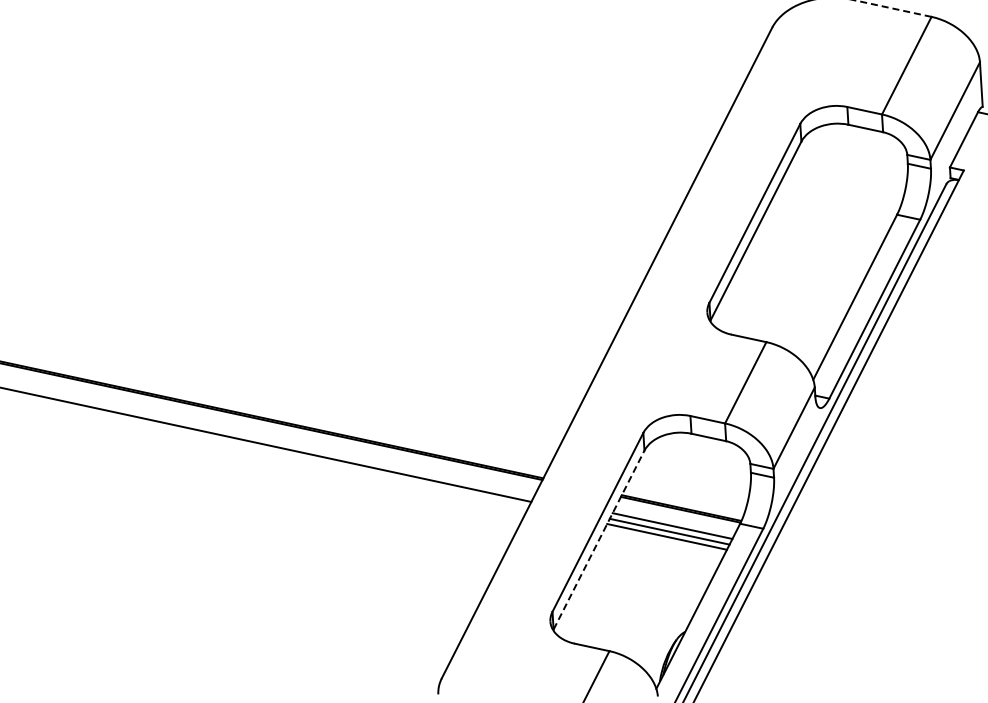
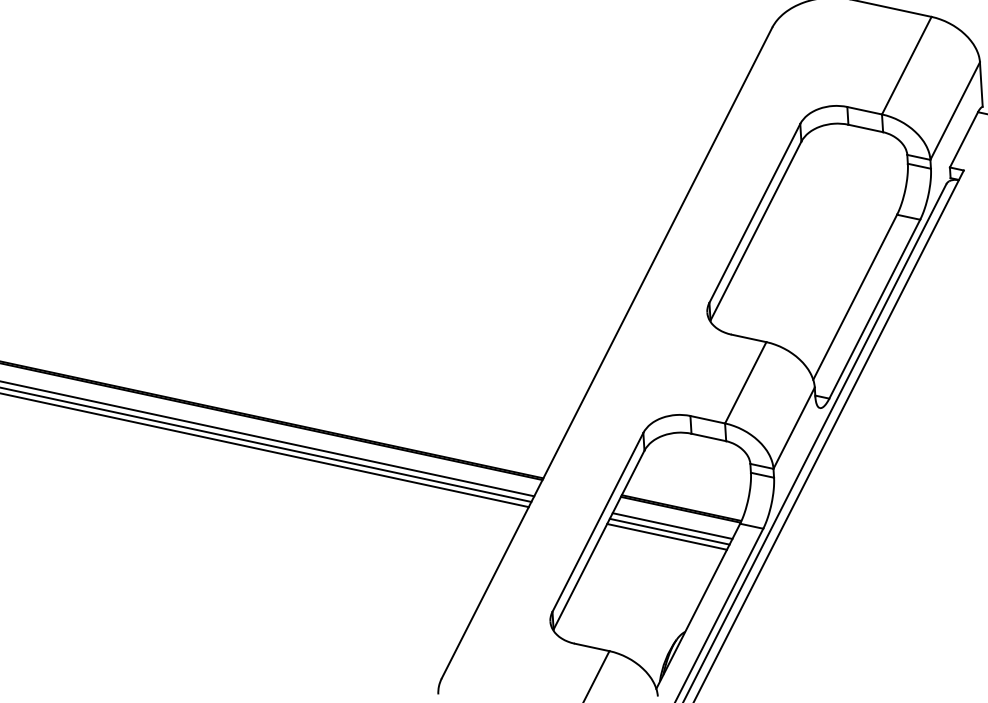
line at (892, 8): dashed -> solid
line at (268, 438): none -> present
line at (265, 450): none -> present
line at (599, 539): dashed -> solid
